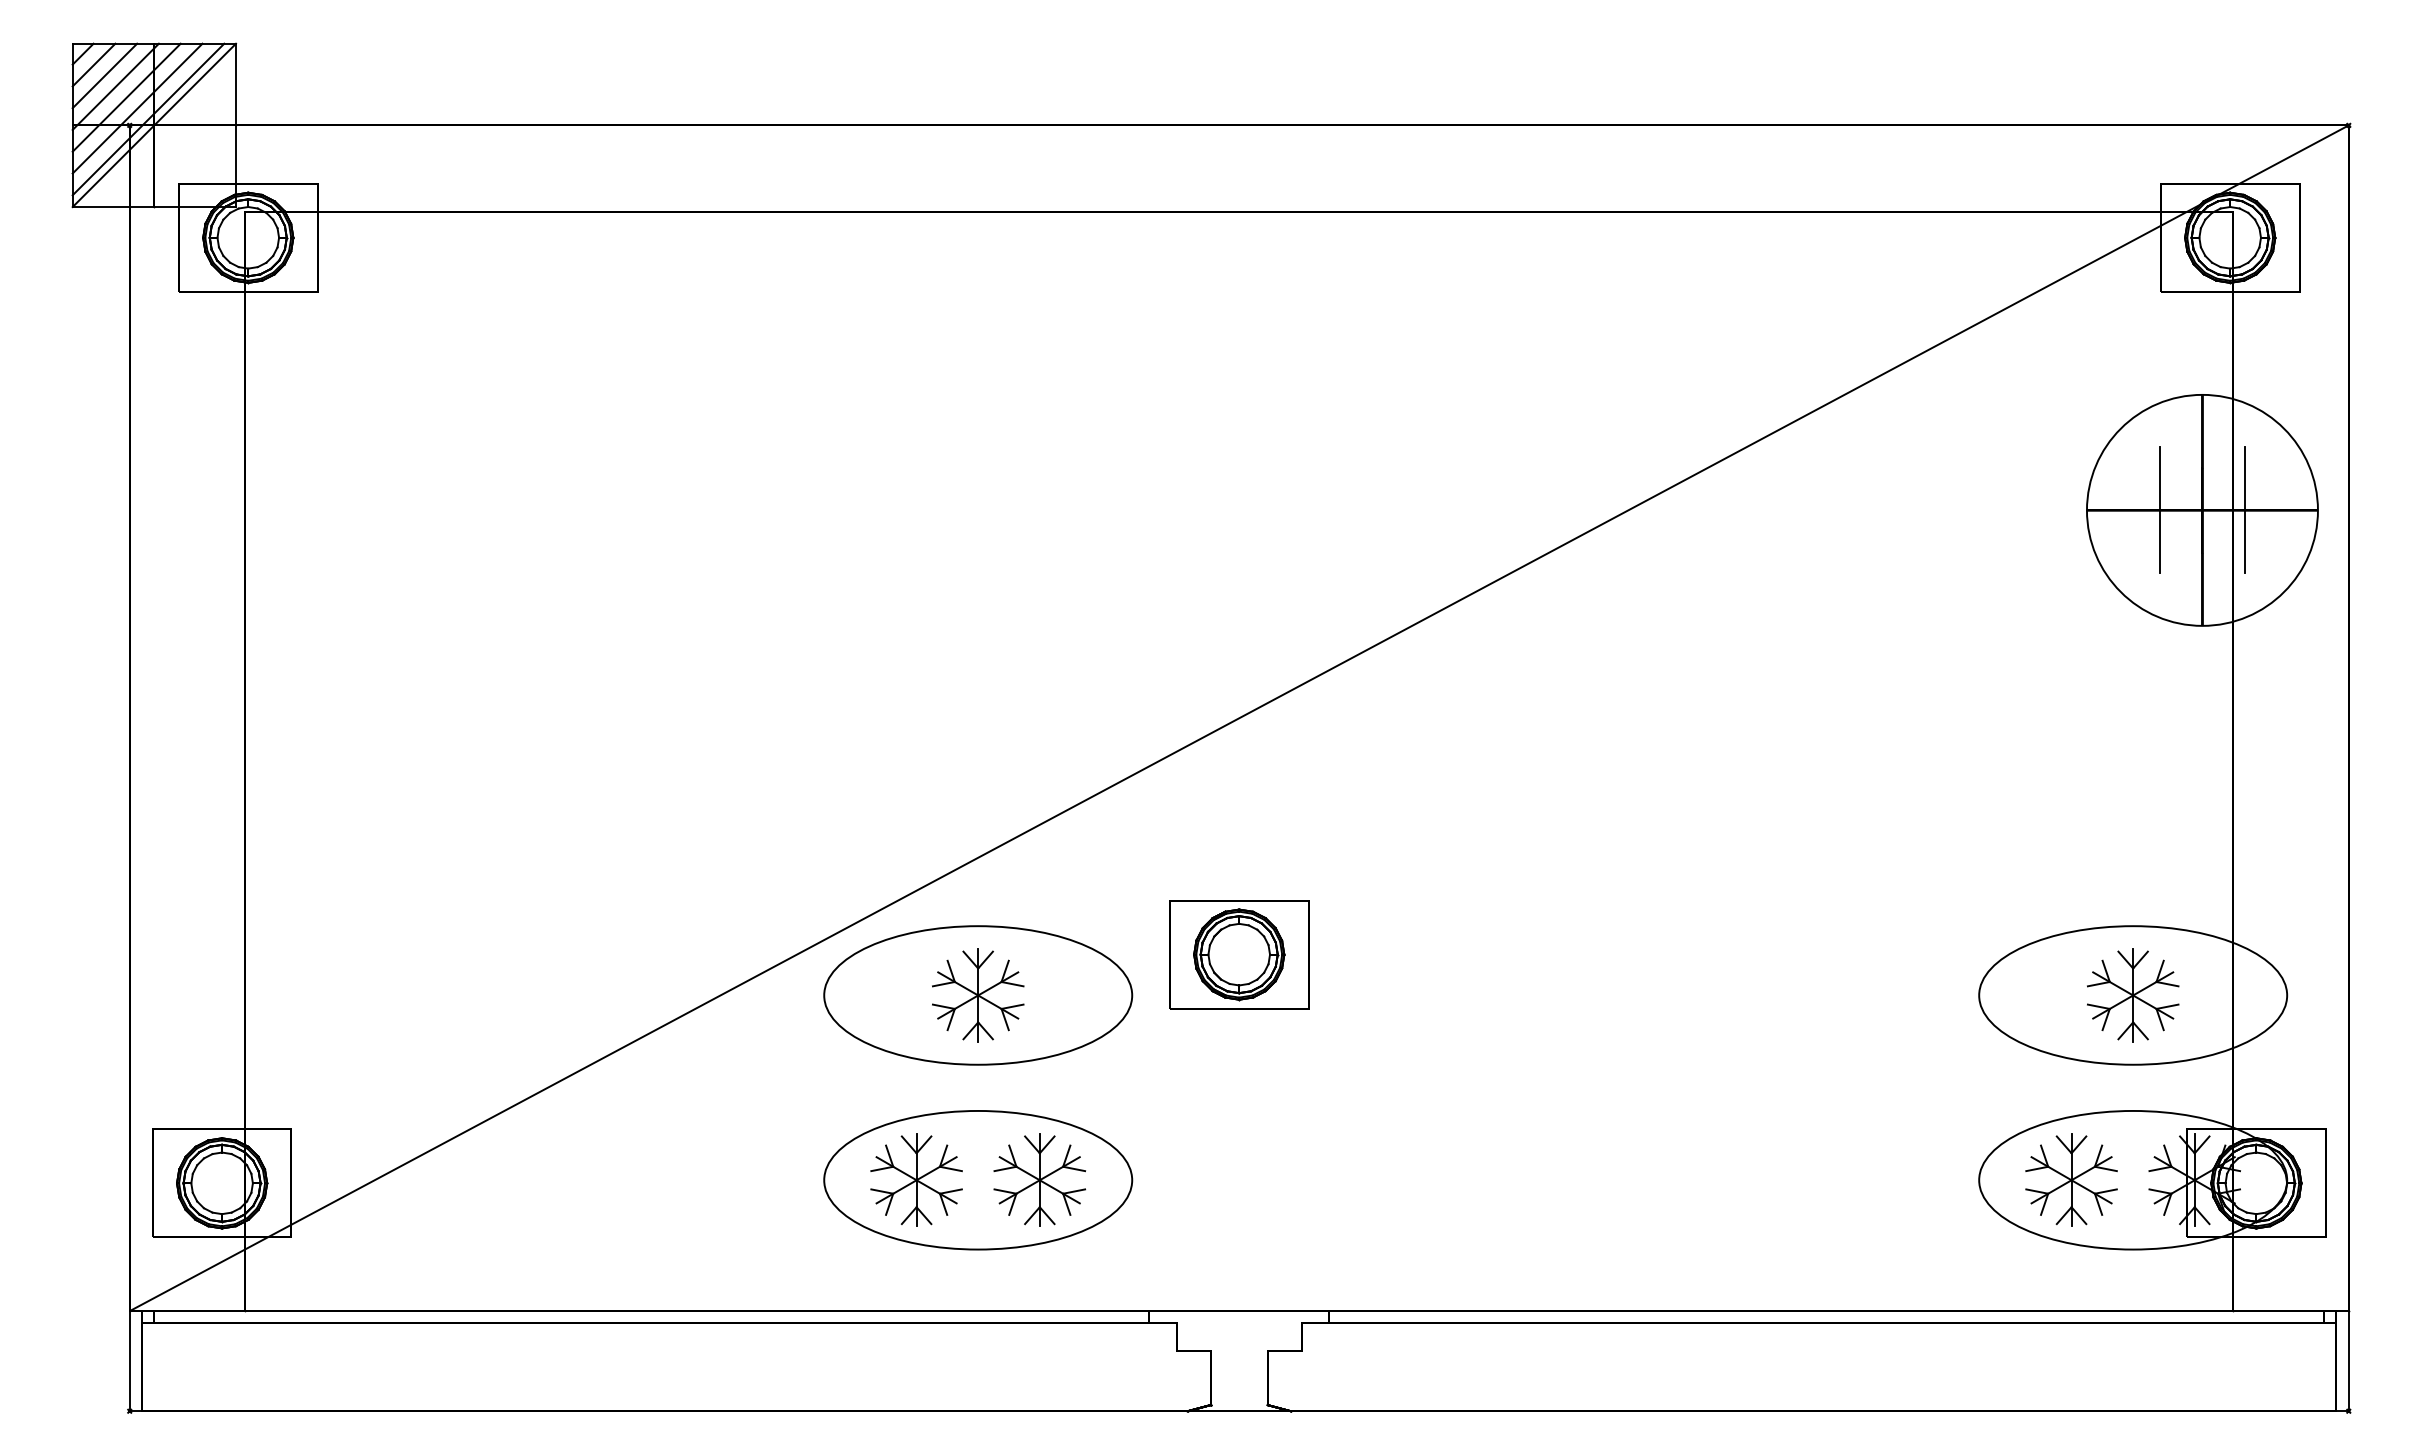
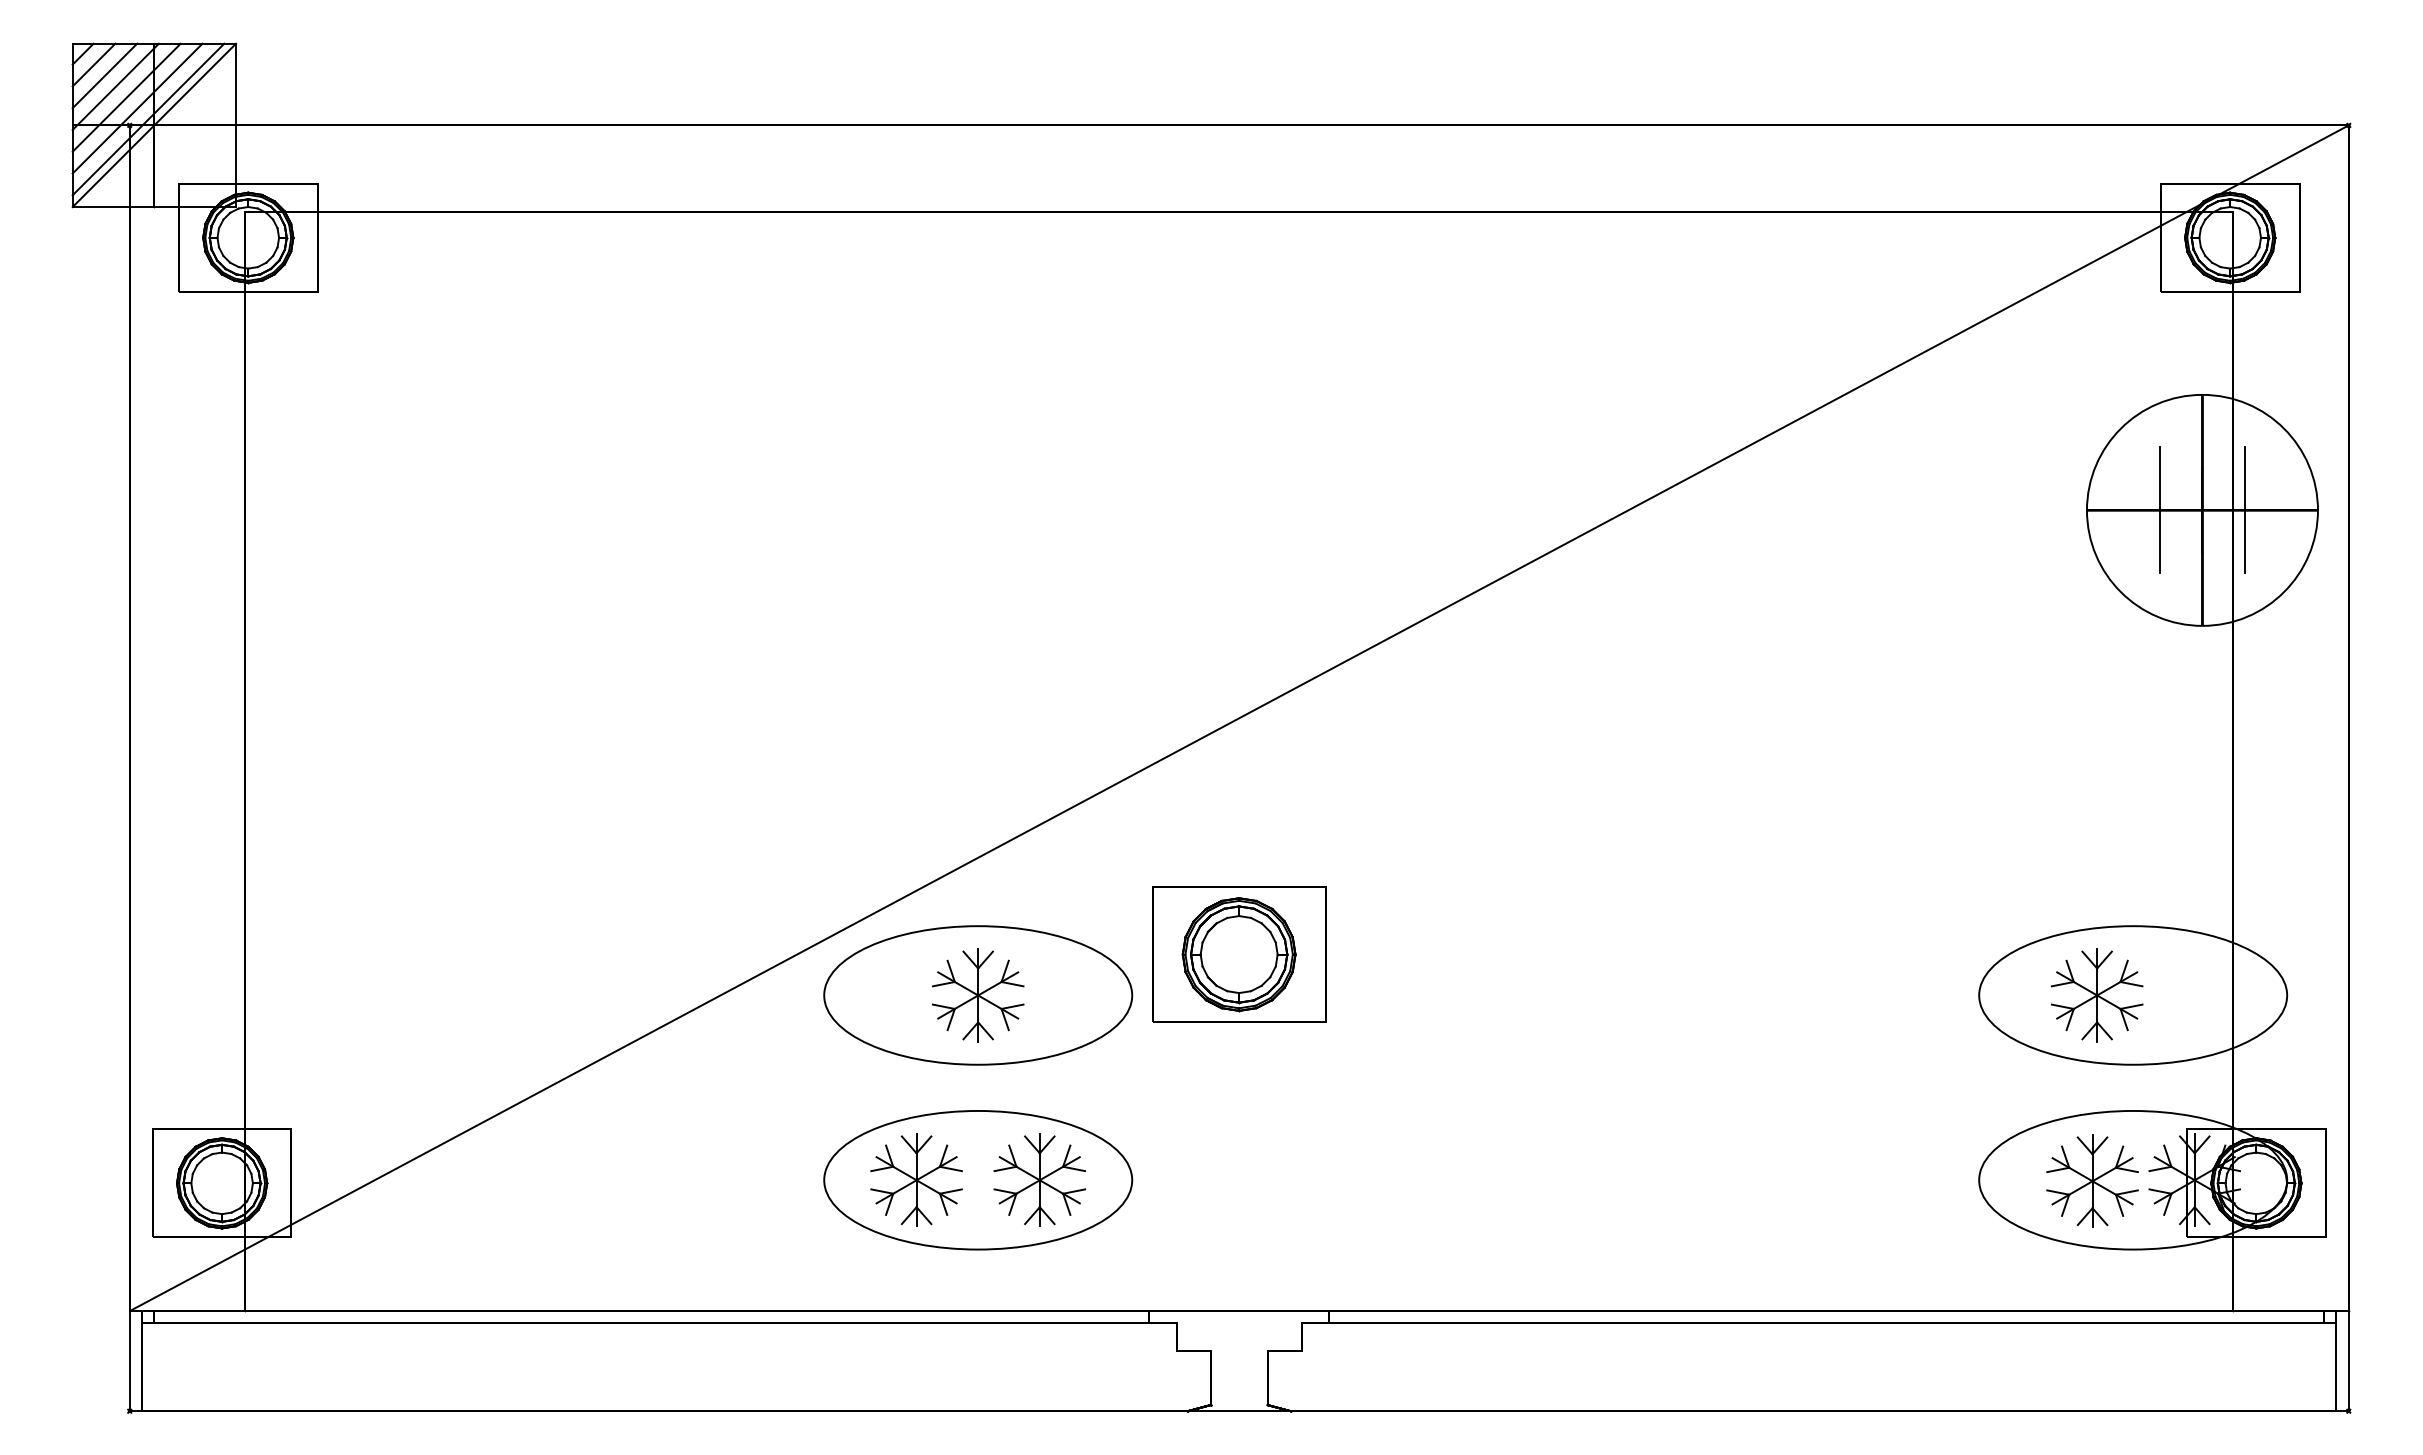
part at (1239, 954) size: 141x110 px -> 175x137 px
part at (2133, 995) position: (2133, 995) -> (2097, 995)
part at (2071, 1179) position: (2071, 1179) -> (2092, 1180)
